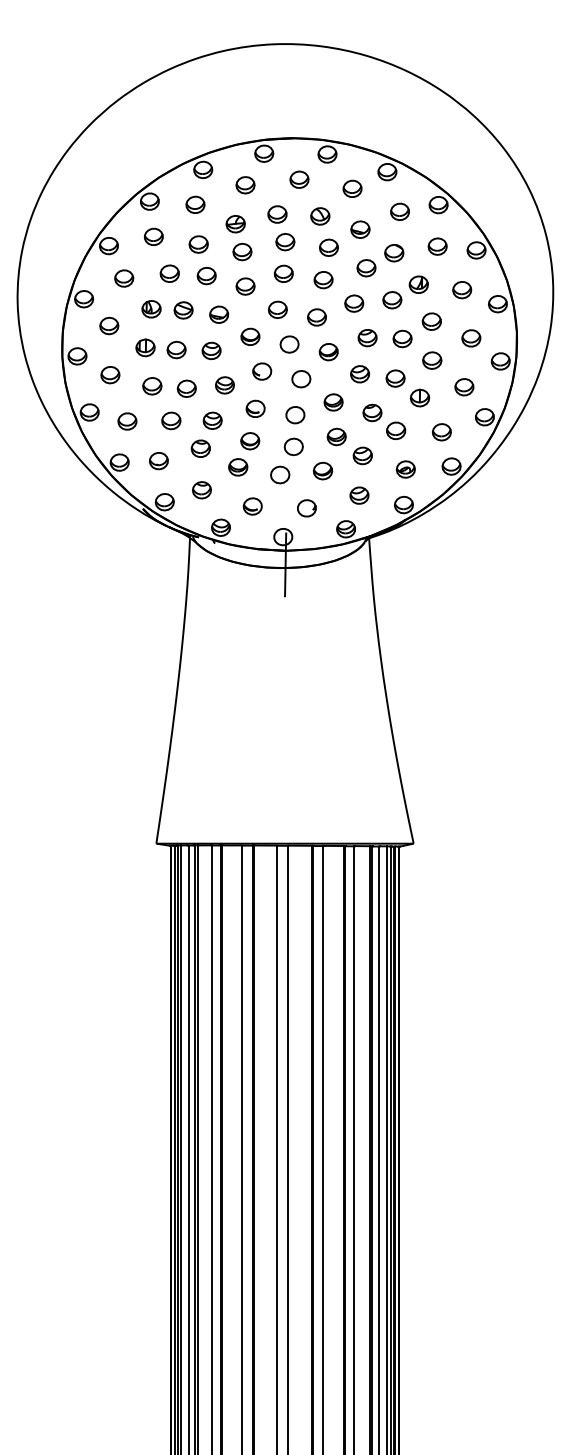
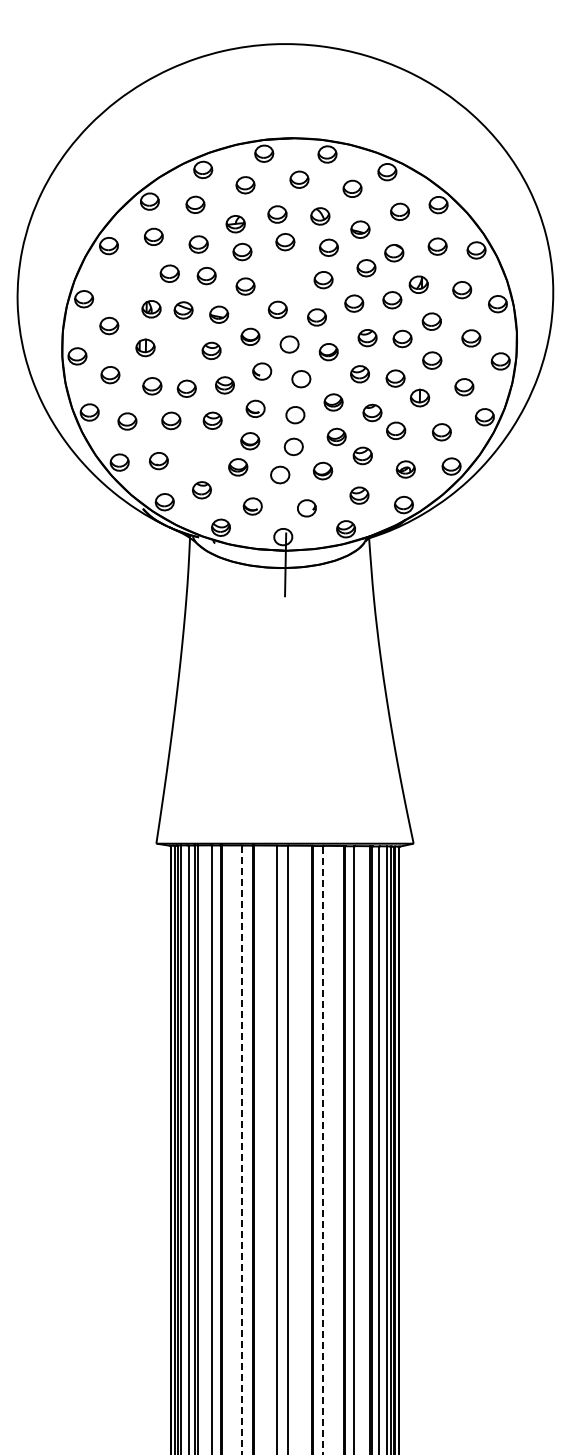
part at (283, 273): present -> none
part at (124, 278): present -> none
part at (176, 349): present -> none
part at (200, 448): present -> none
line at (323, 1149): solid -> dashed
line at (242, 1150): solid -> dashed
